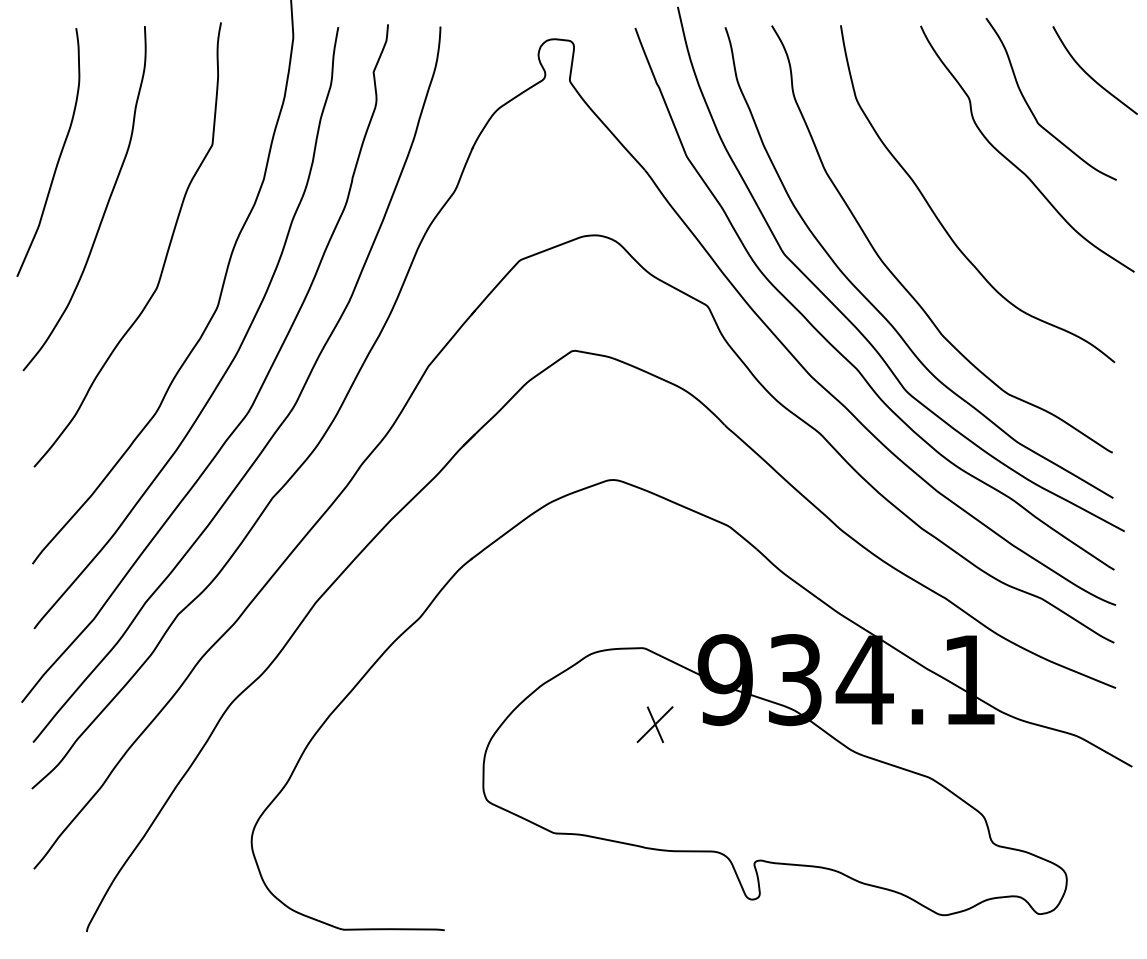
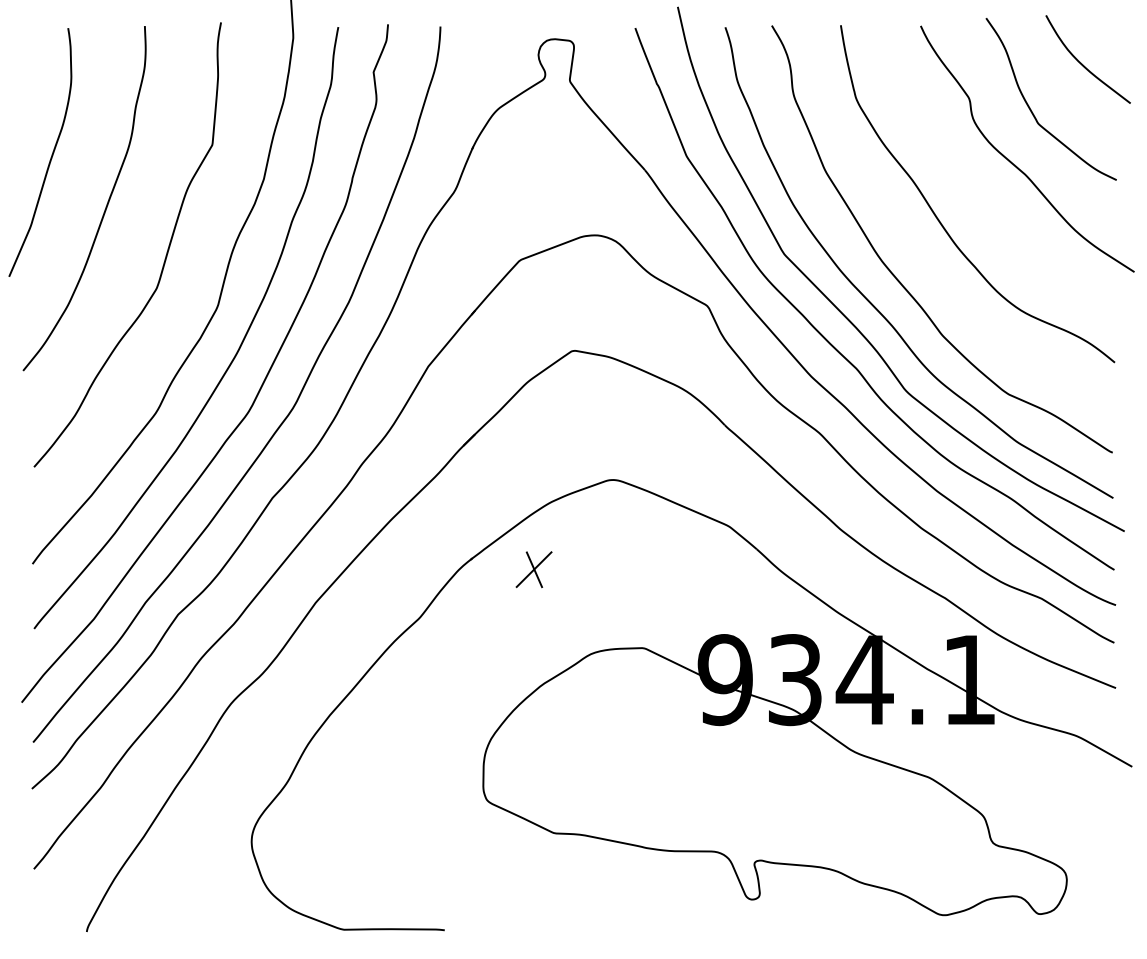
curve at (1089, 74) position: (1089, 74) -> (1082, 63)
curve at (59, 154) position: (59, 154) -> (51, 154)
part at (654, 724) position: (654, 724) -> (533, 569)
